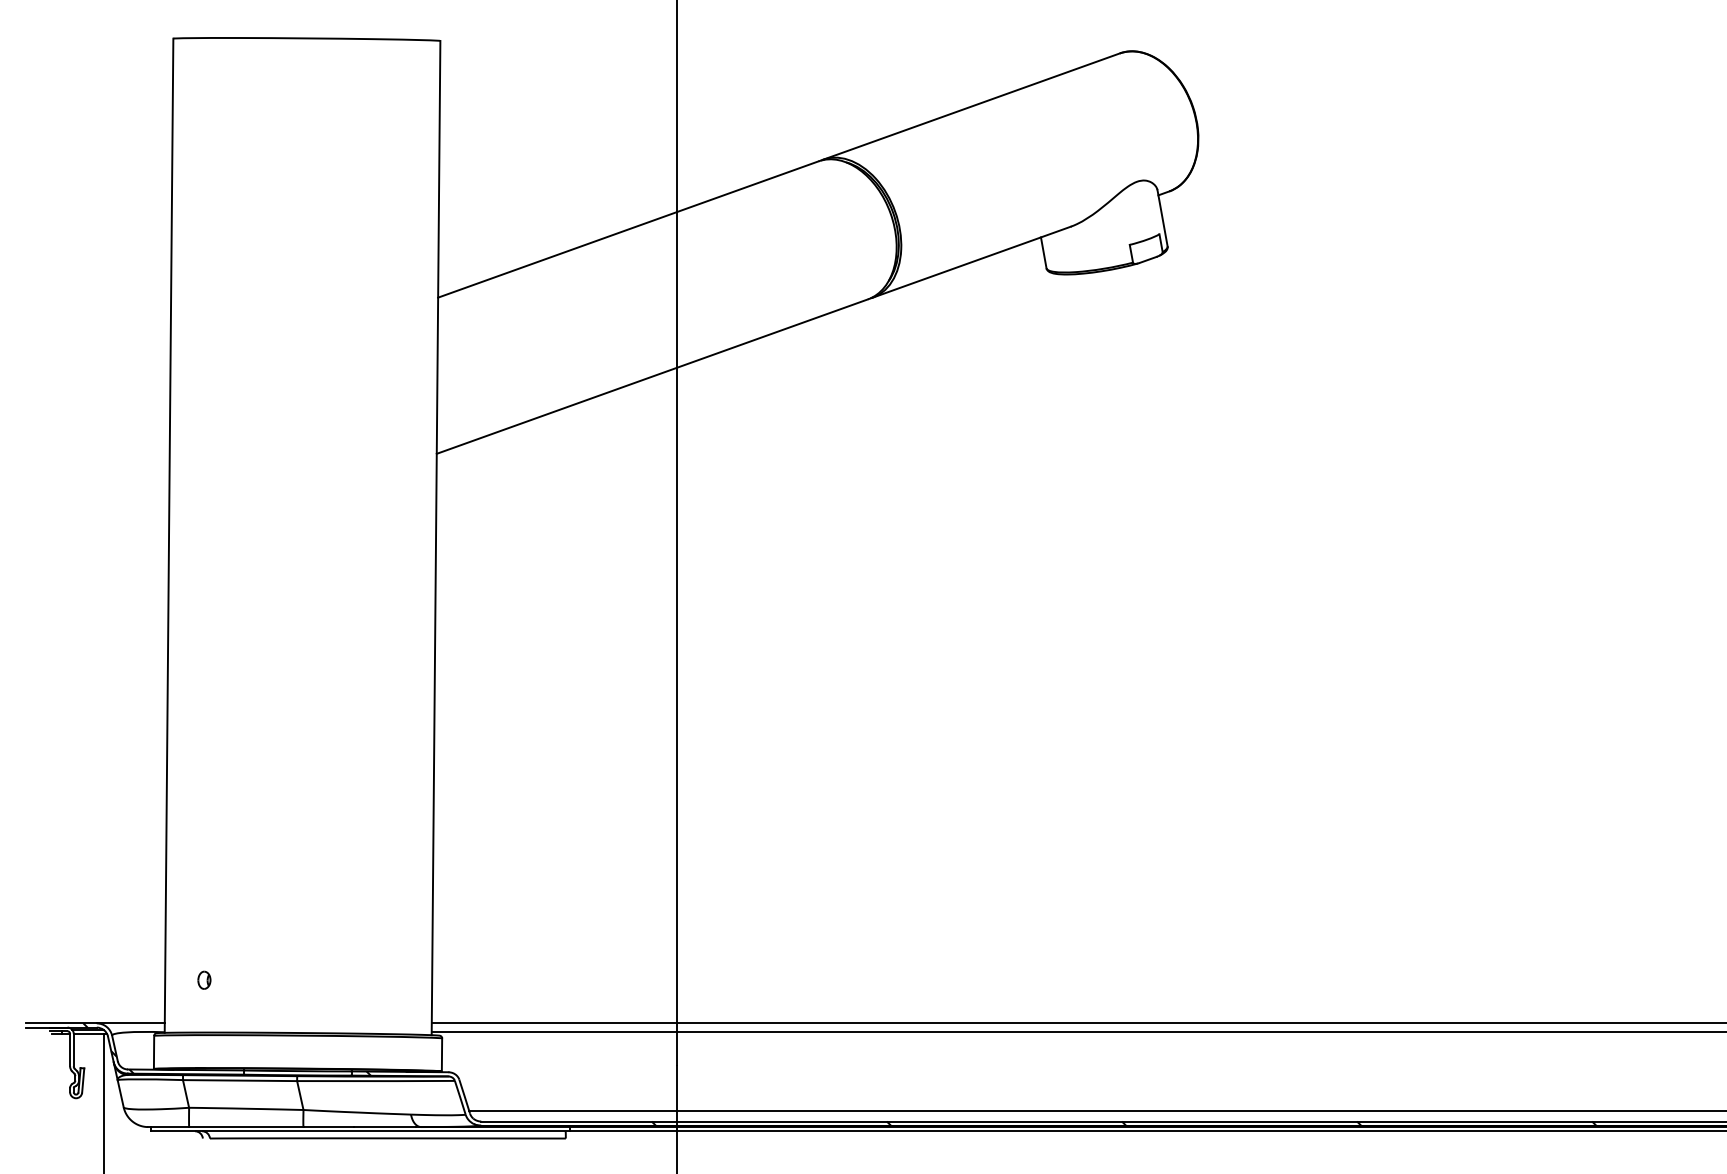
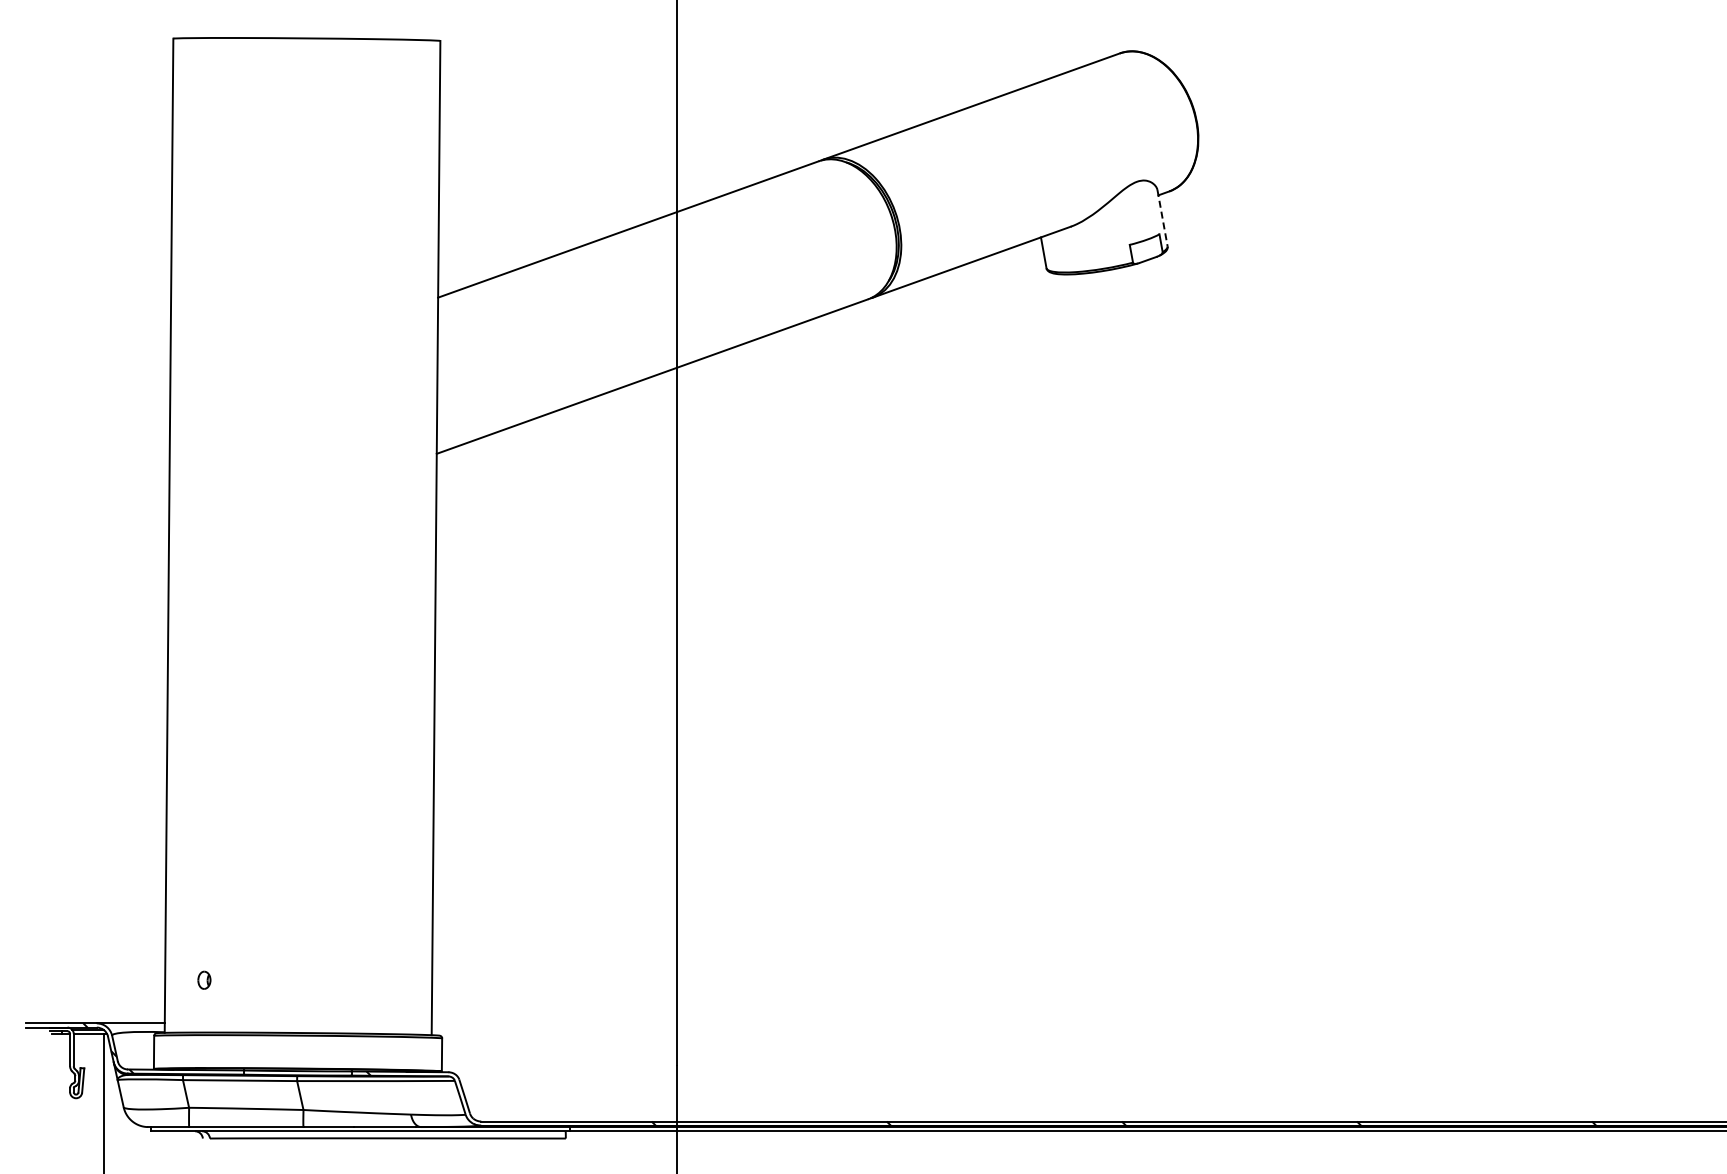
line at (1162, 218): solid -> dashed
line at (1077, 1023): present -> none
line at (1077, 1032): present -> none
line at (1096, 1110): present -> none
